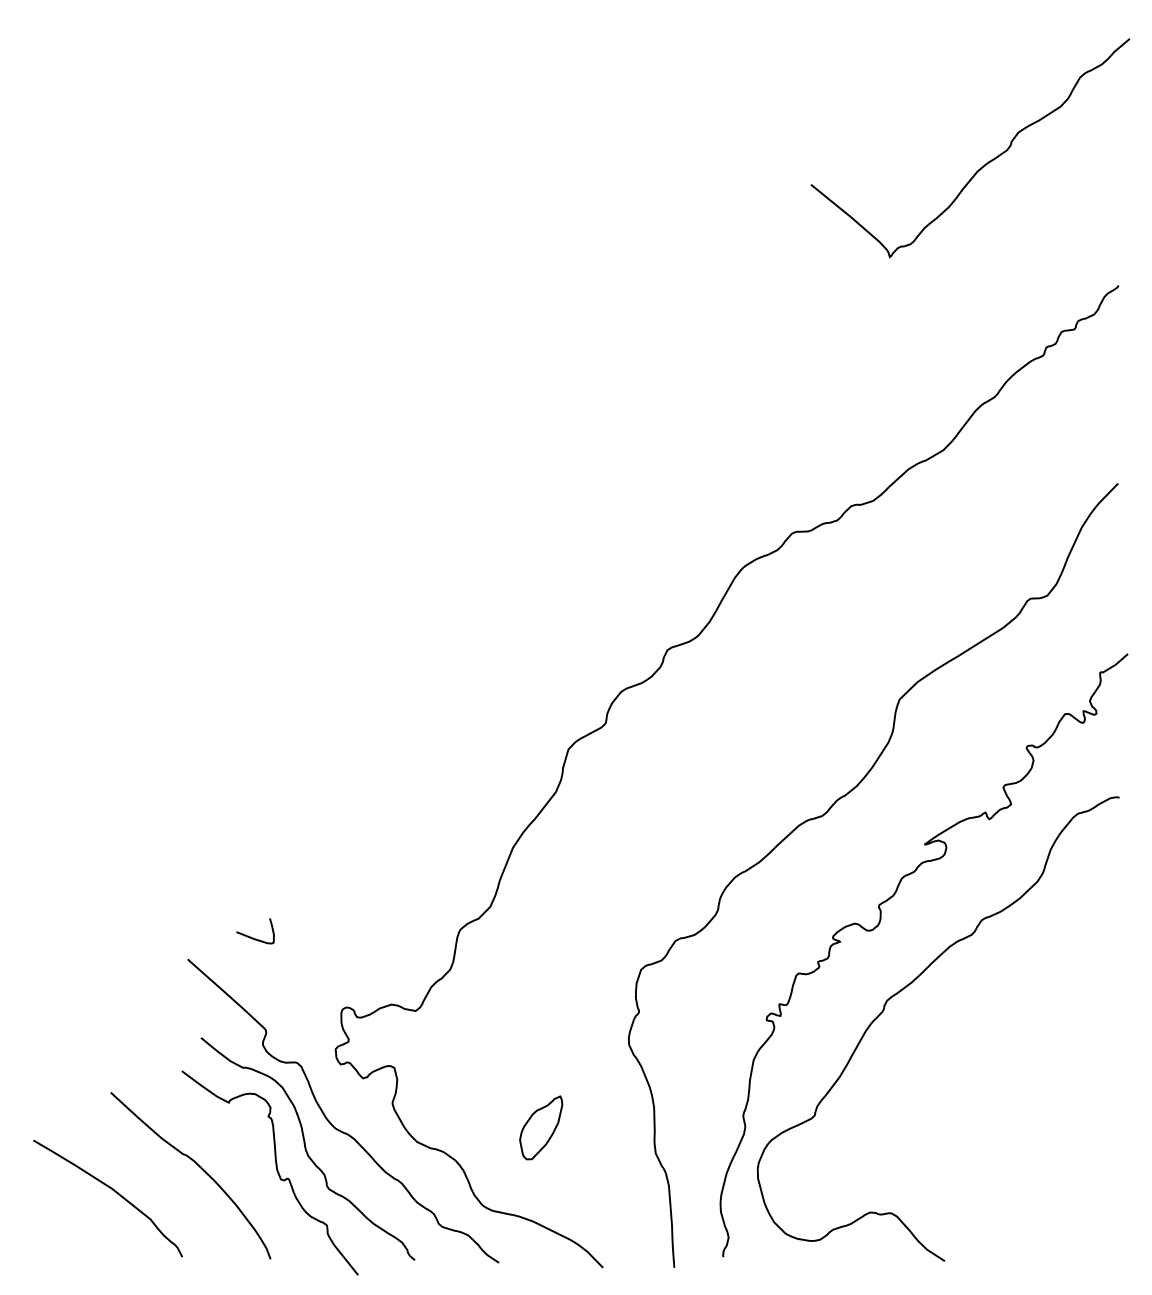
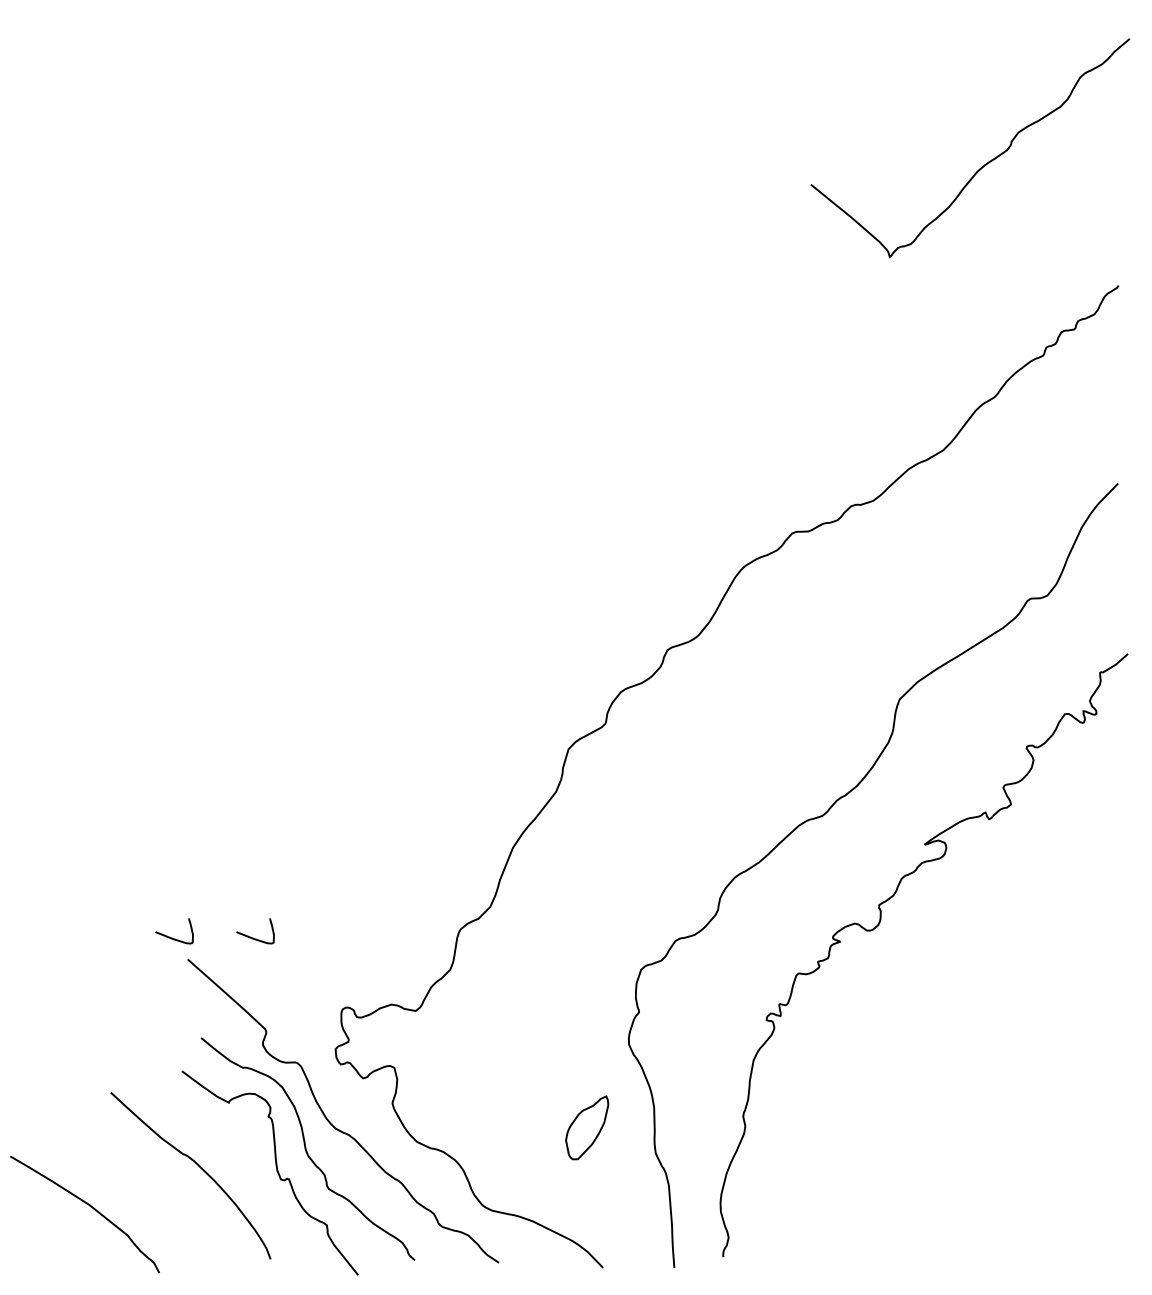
curve at (172, 937): none -> present
curve at (908, 986): present -> none
part at (541, 1127) position: (541, 1127) -> (587, 1127)
curve at (113, 1191) position: (113, 1191) -> (90, 1207)
